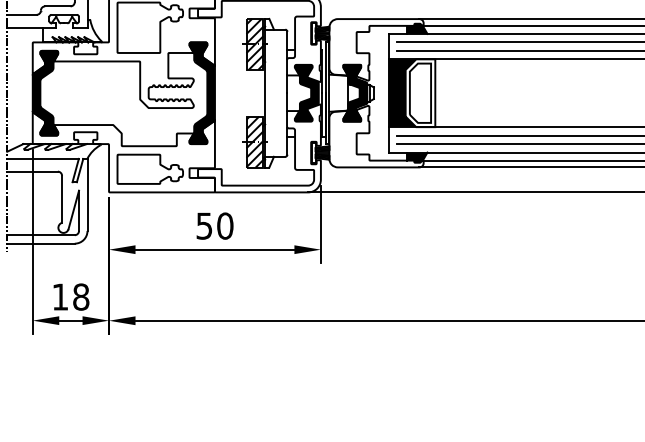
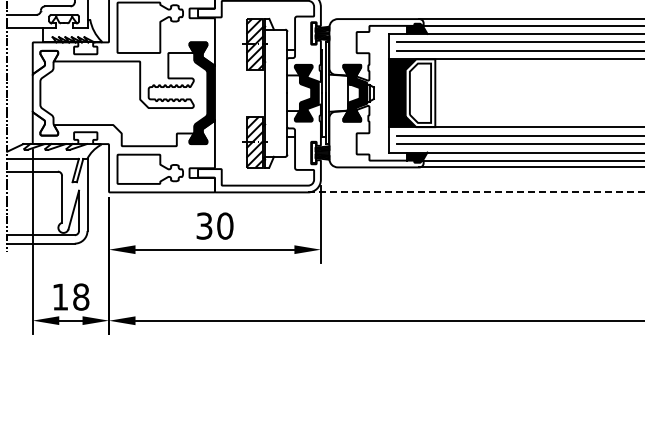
fill at (45, 92): present -> none
line at (476, 192): solid -> dashed
text at (204, 225): 50 -> 30
